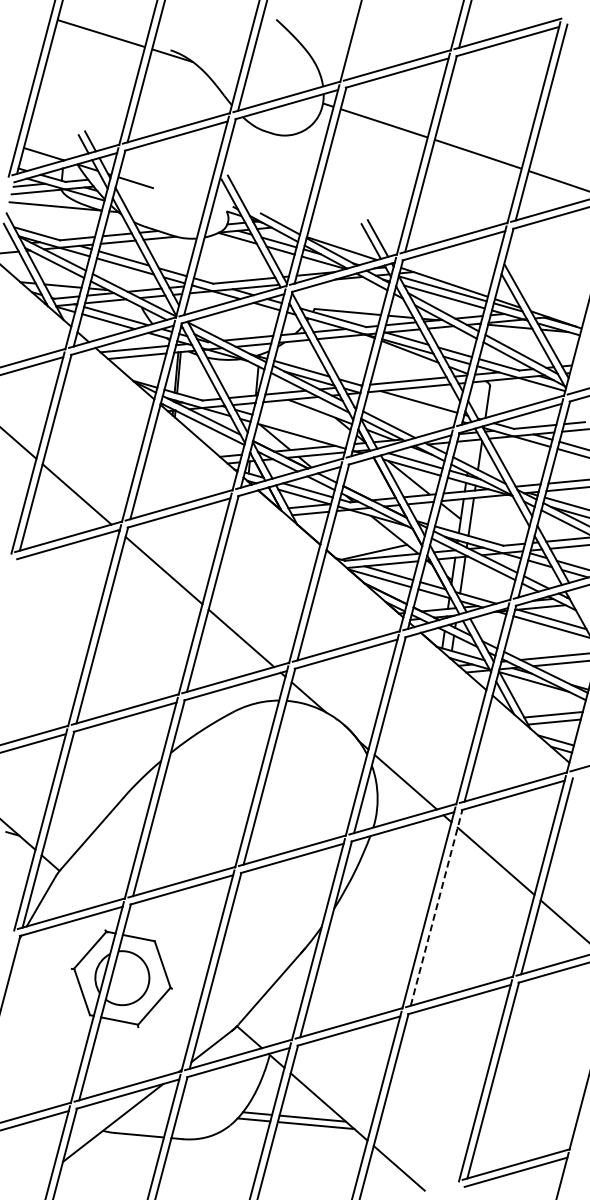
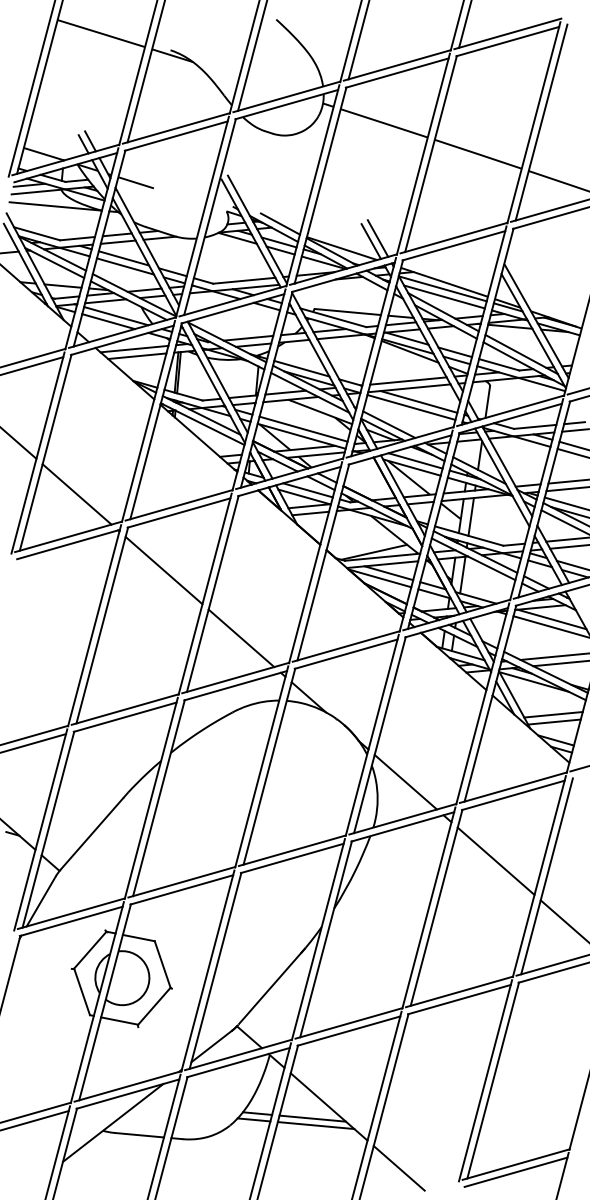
line at (358, 40): none -> present
line at (411, 407): none -> present
line at (303, 428): none -> present
line at (436, 907): dashed -> solid
